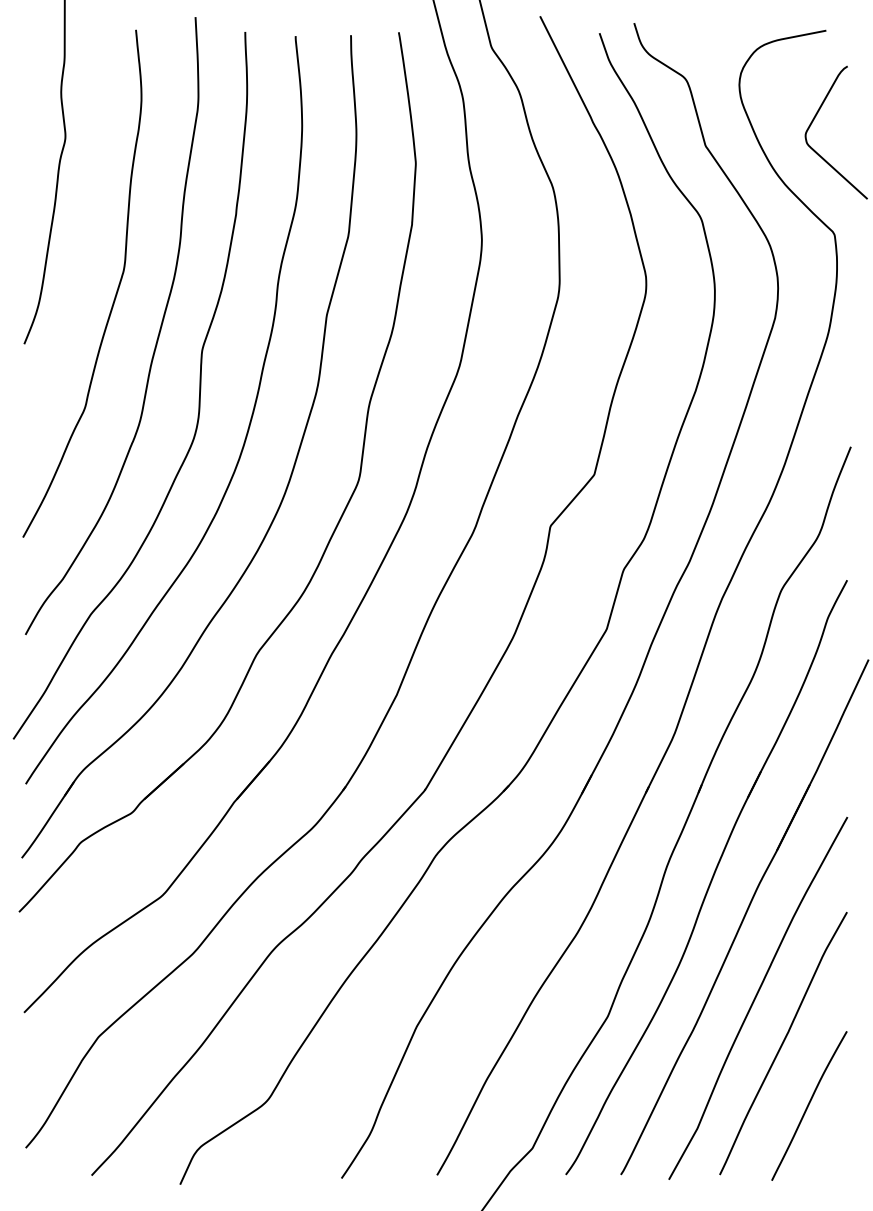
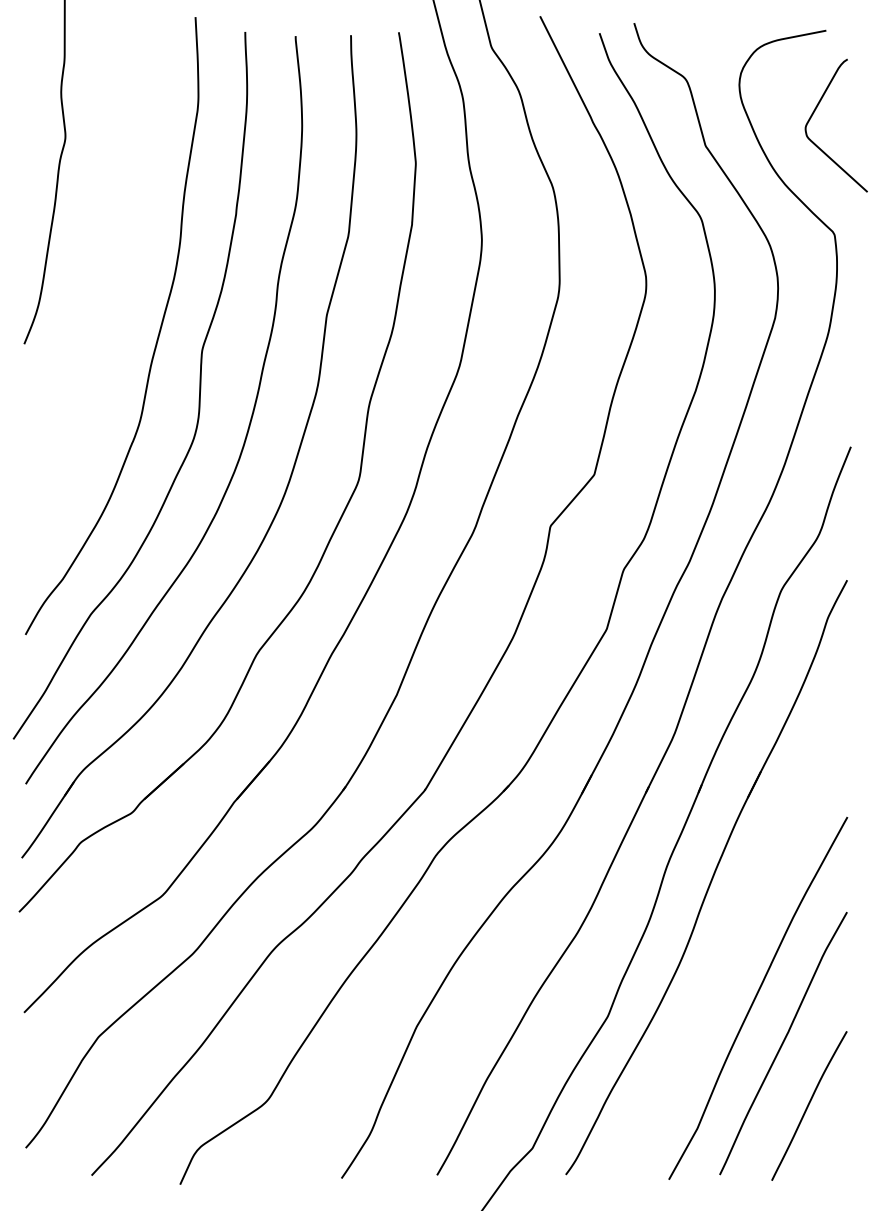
curve at (815, 118) position: (815, 118) -> (815, 111)
curve at (115, 293): present -> none
part at (744, 917): present -> none
